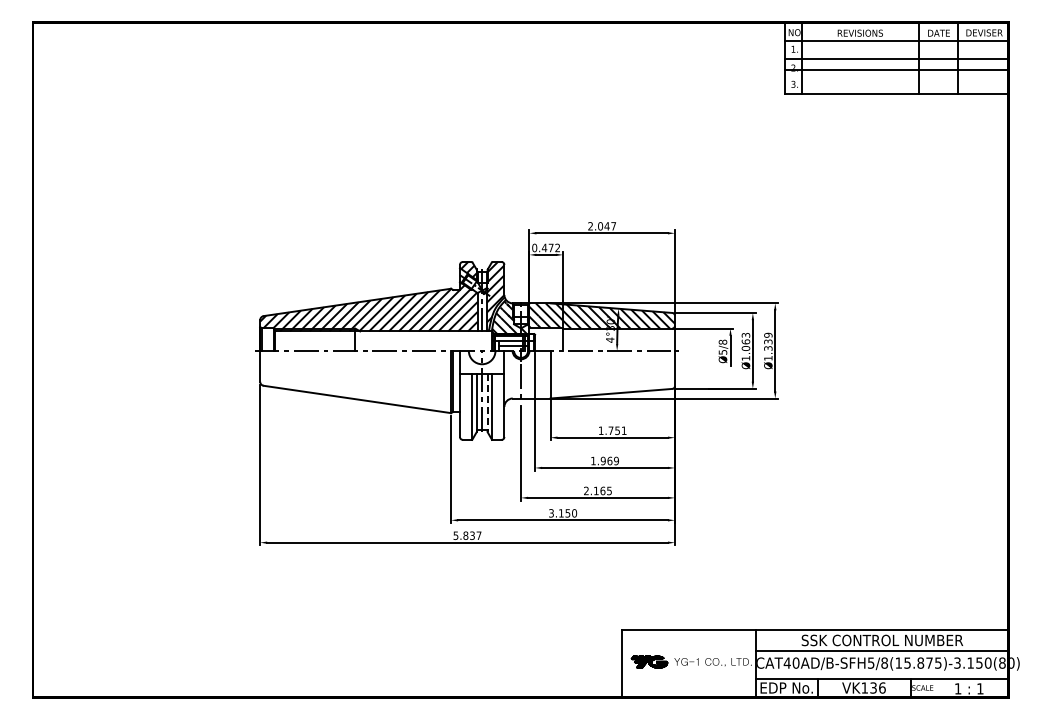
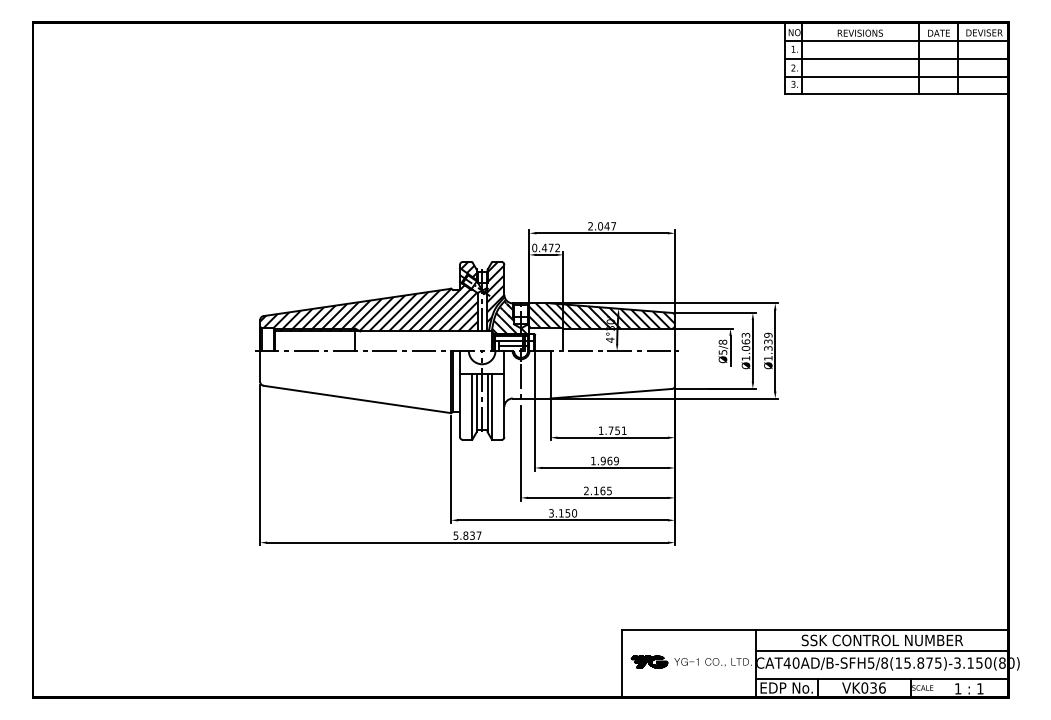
line at (896, 69) position: (896, 69) -> (896, 76)
line at (487, 403): dashed -> solid
text at (864, 687): VK136 -> VK036
